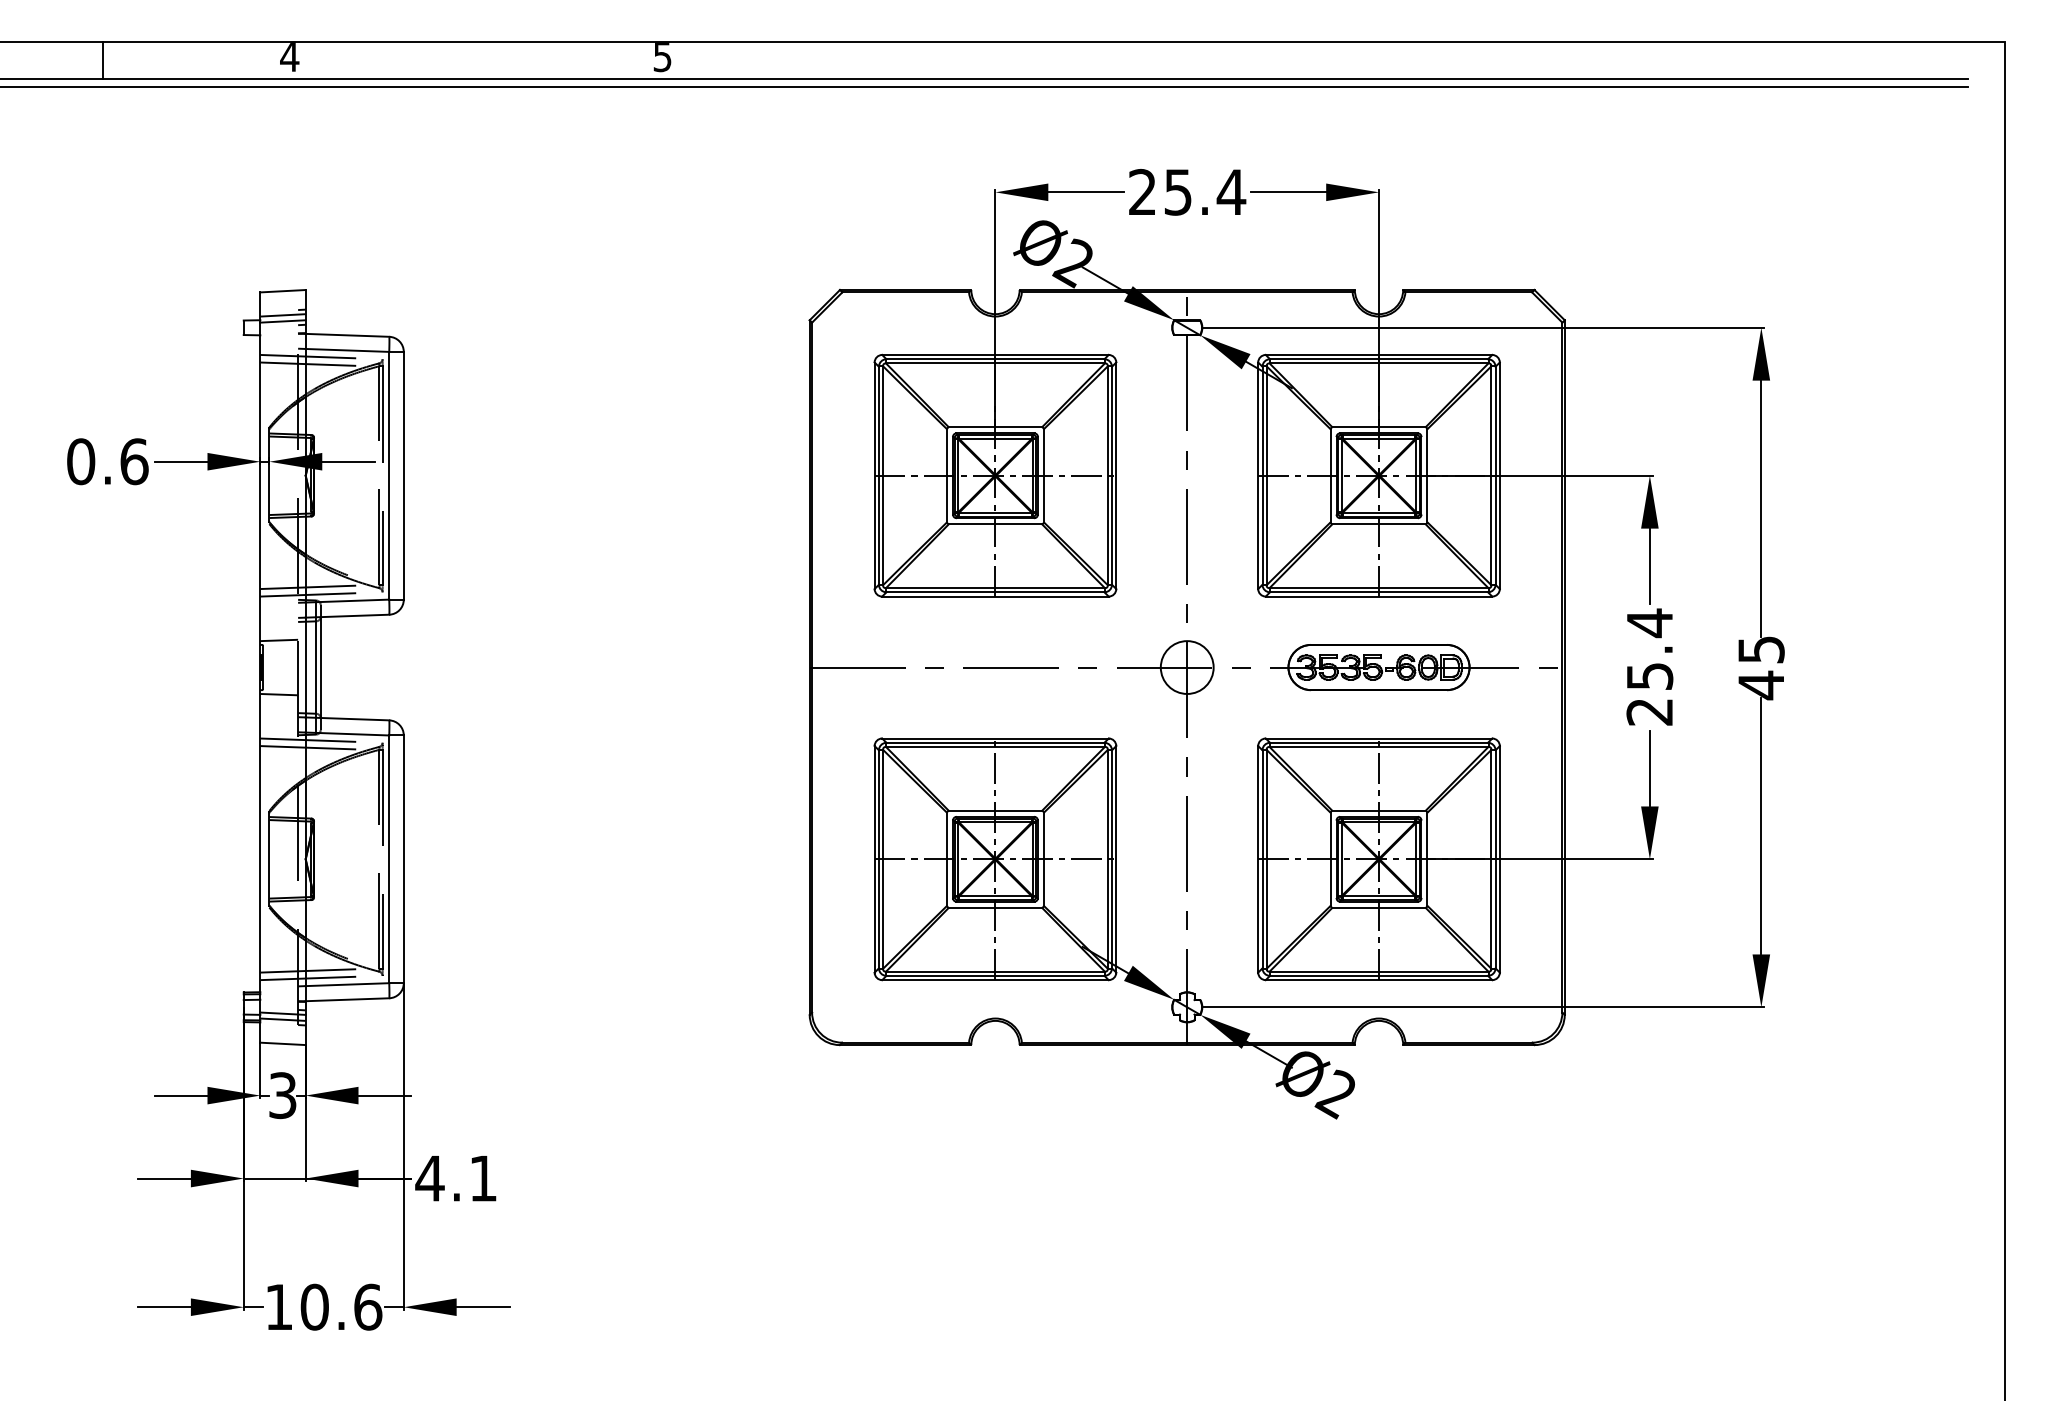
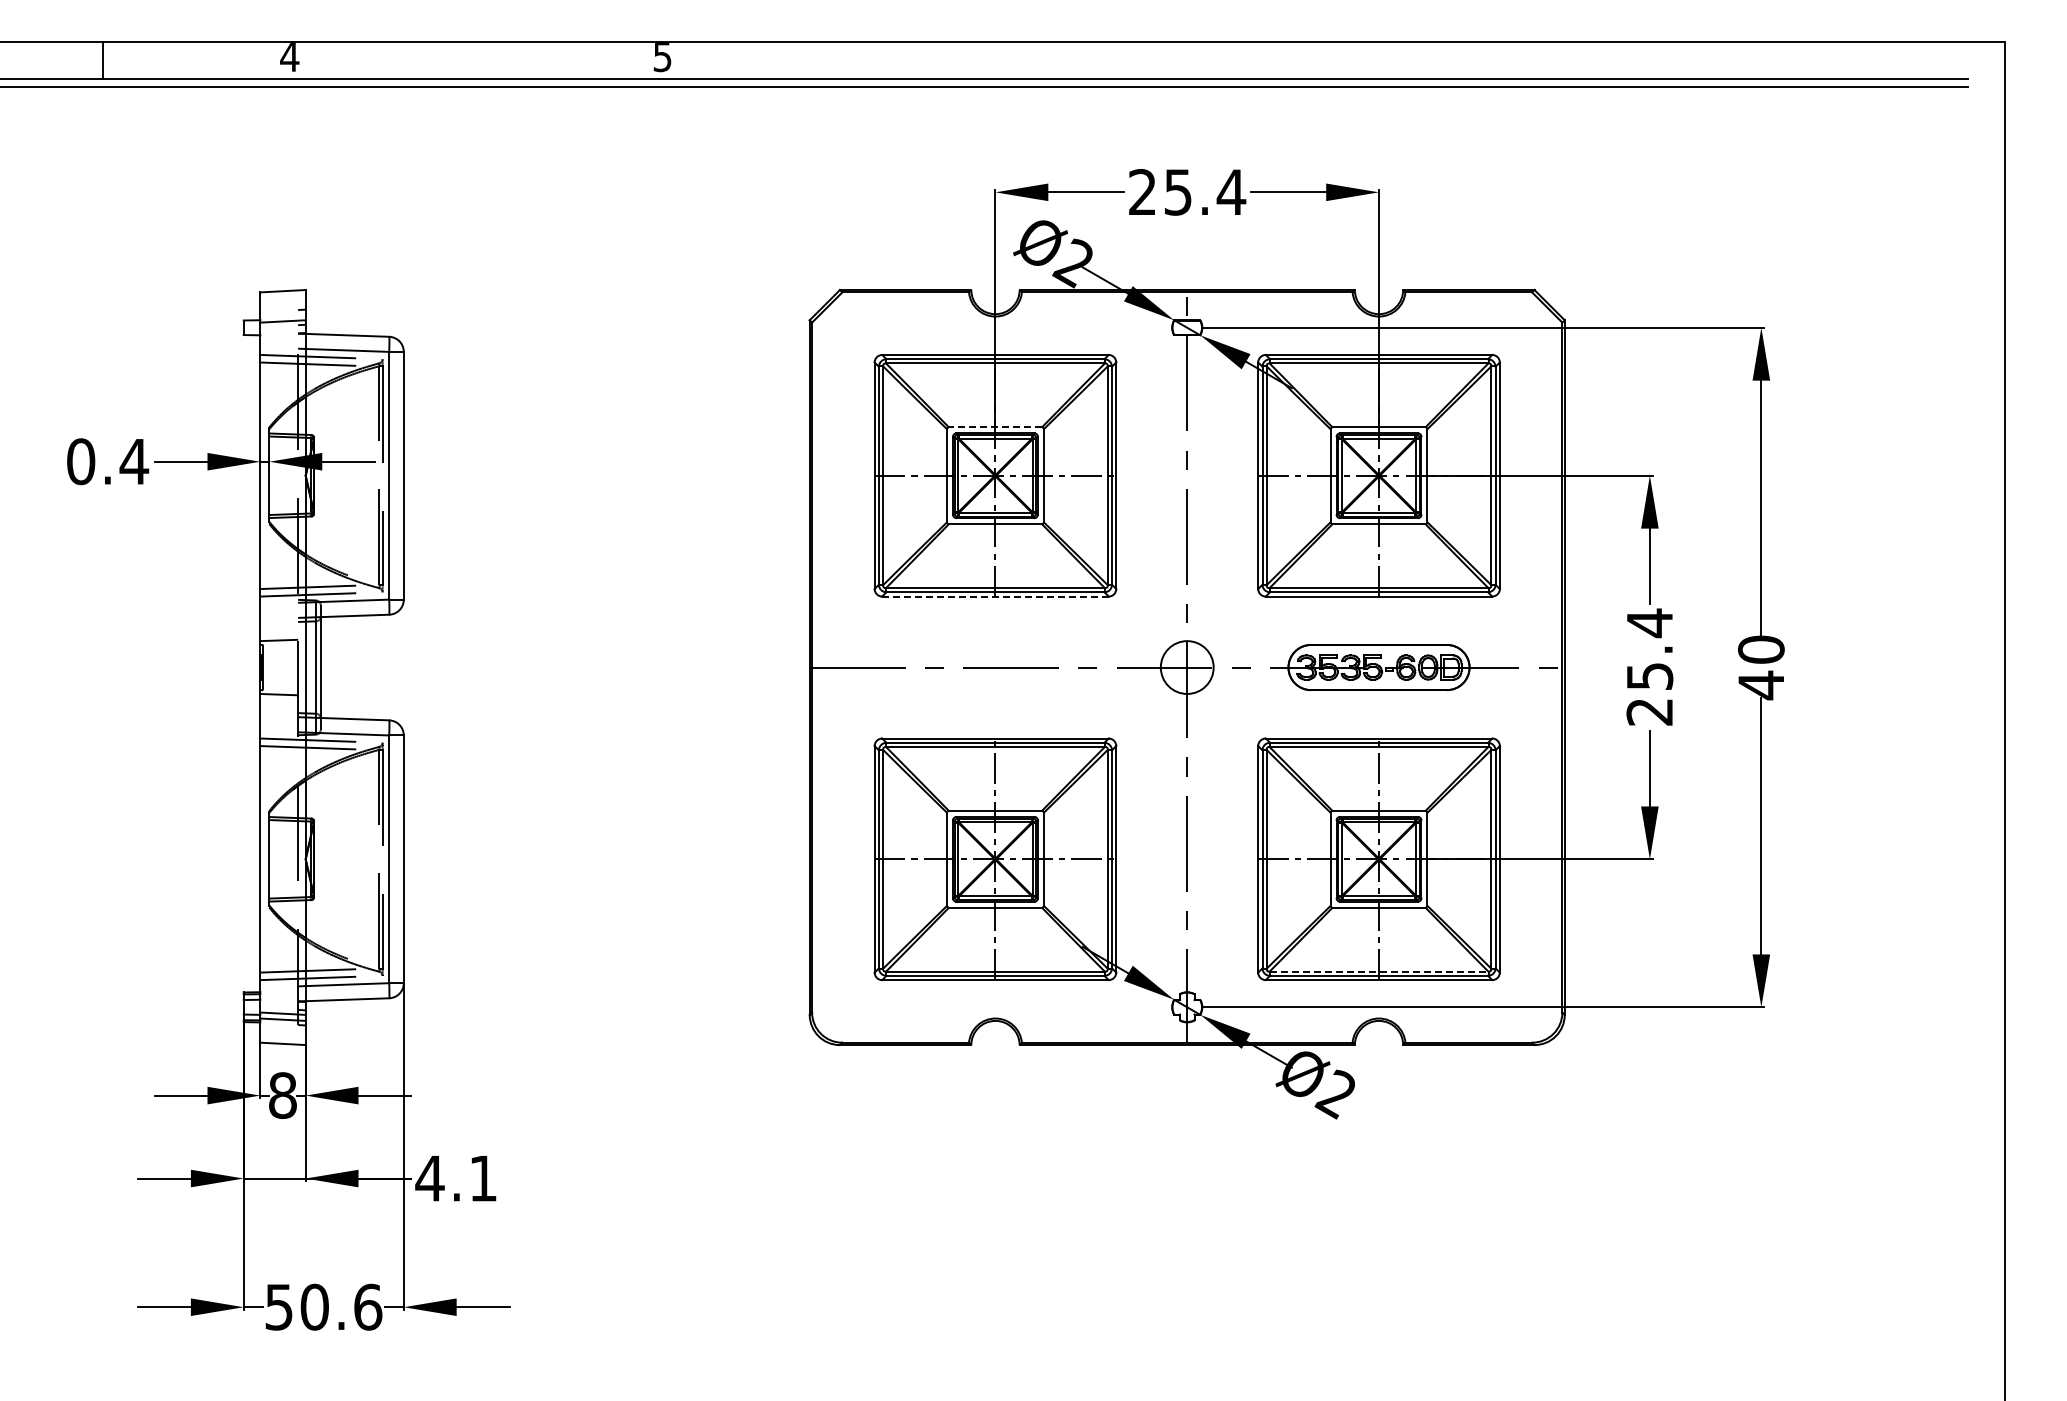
line at (282, 315): present -> none
line at (994, 427): solid -> dashed
text at (134, 461): 0.6 -> 0.4
line at (995, 596): solid -> dashed
text at (1761, 649): 45 -> 40
line at (1379, 971): solid -> dashed
text at (282, 1095): 3 -> 8
text at (278, 1307): 10.6 -> 50.6
